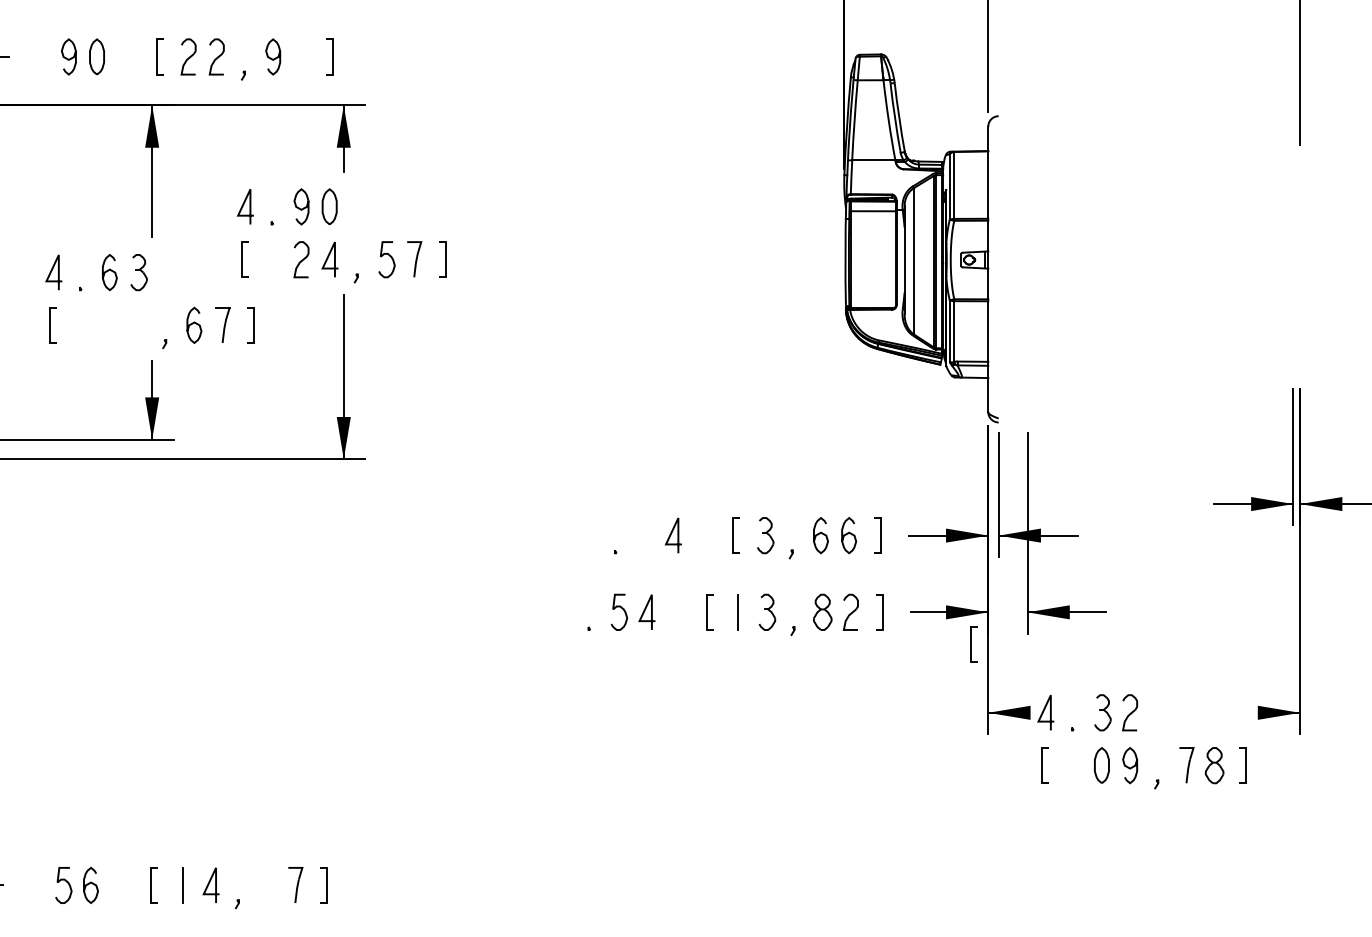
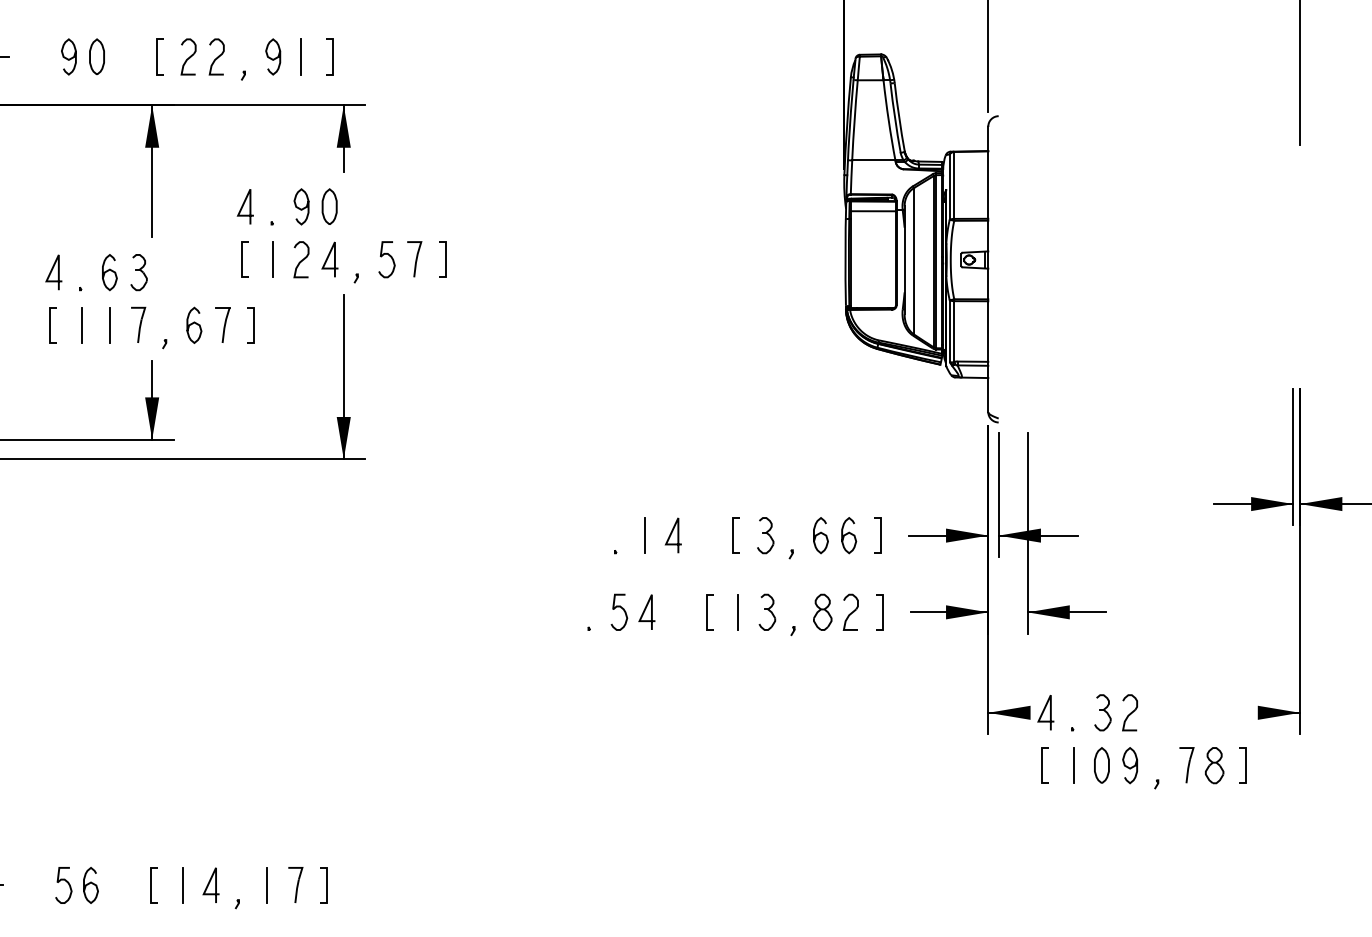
line at (301, 56): none -> present
line at (273, 259): none -> present
part at (138, 324): none -> present
line at (81, 325): none -> present
line at (109, 325): none -> present
line at (644, 535): none -> present
line at (971, 644): present -> none
line at (1073, 765): none -> present
line at (267, 885): none -> present
